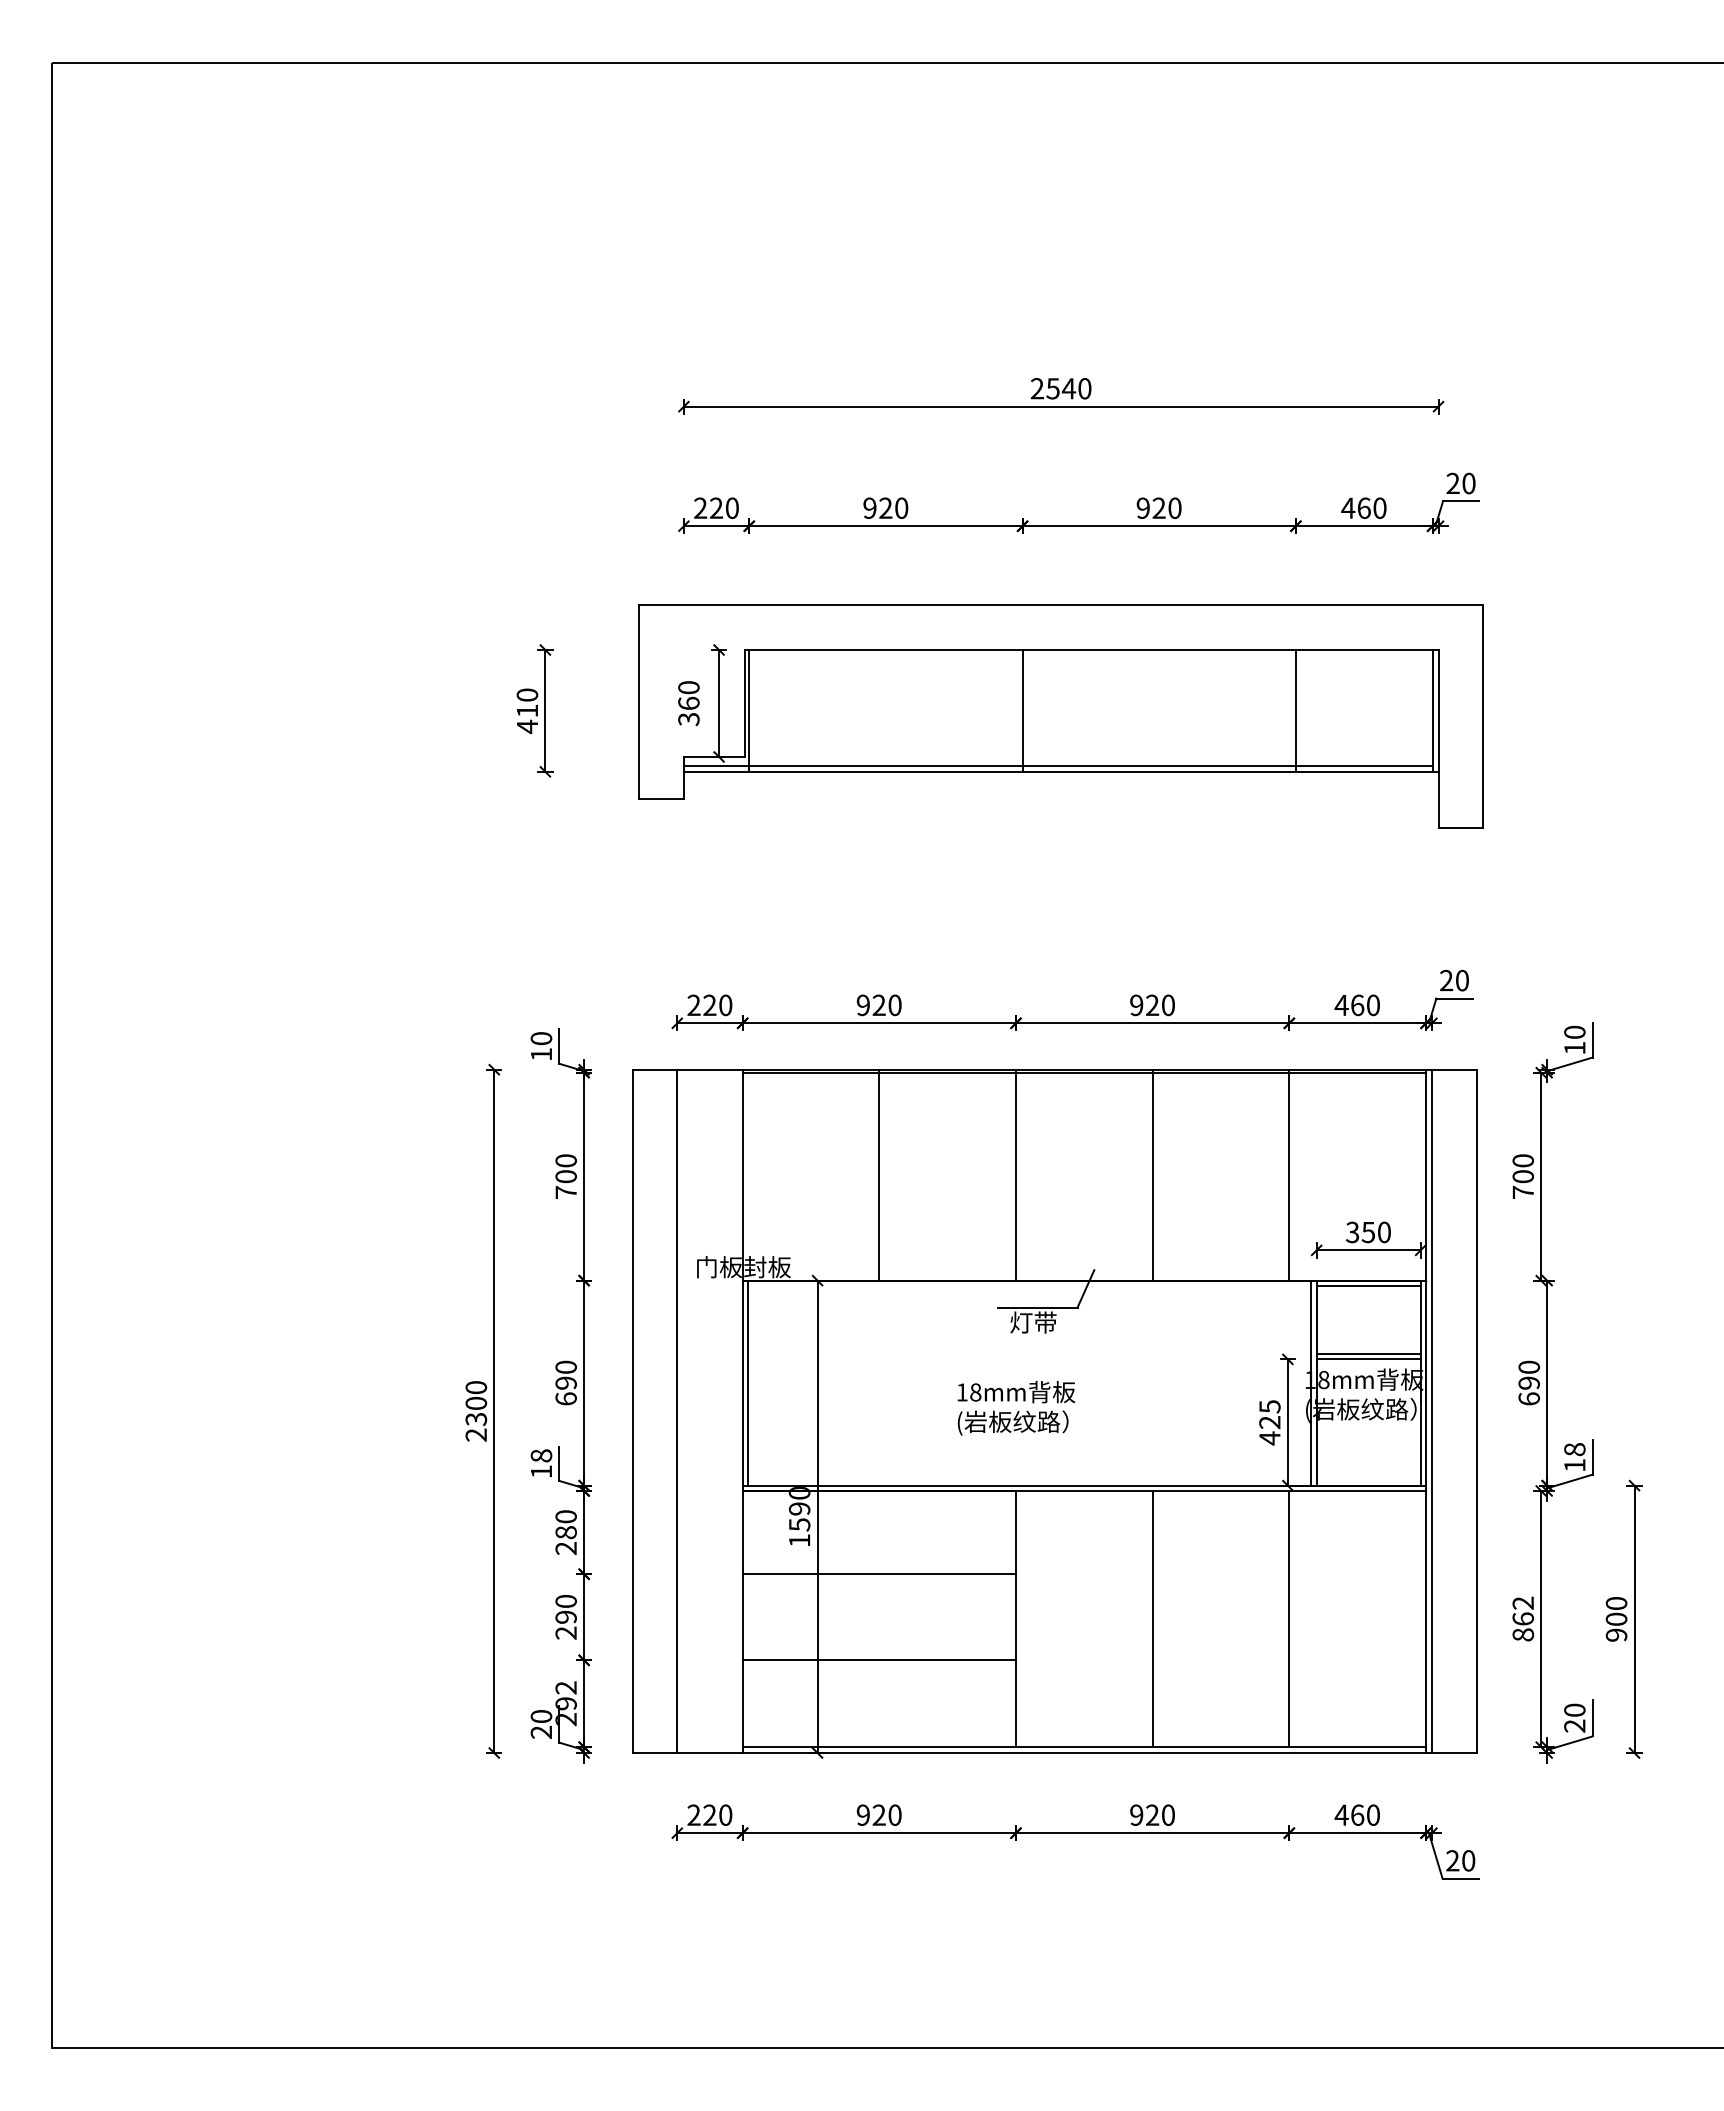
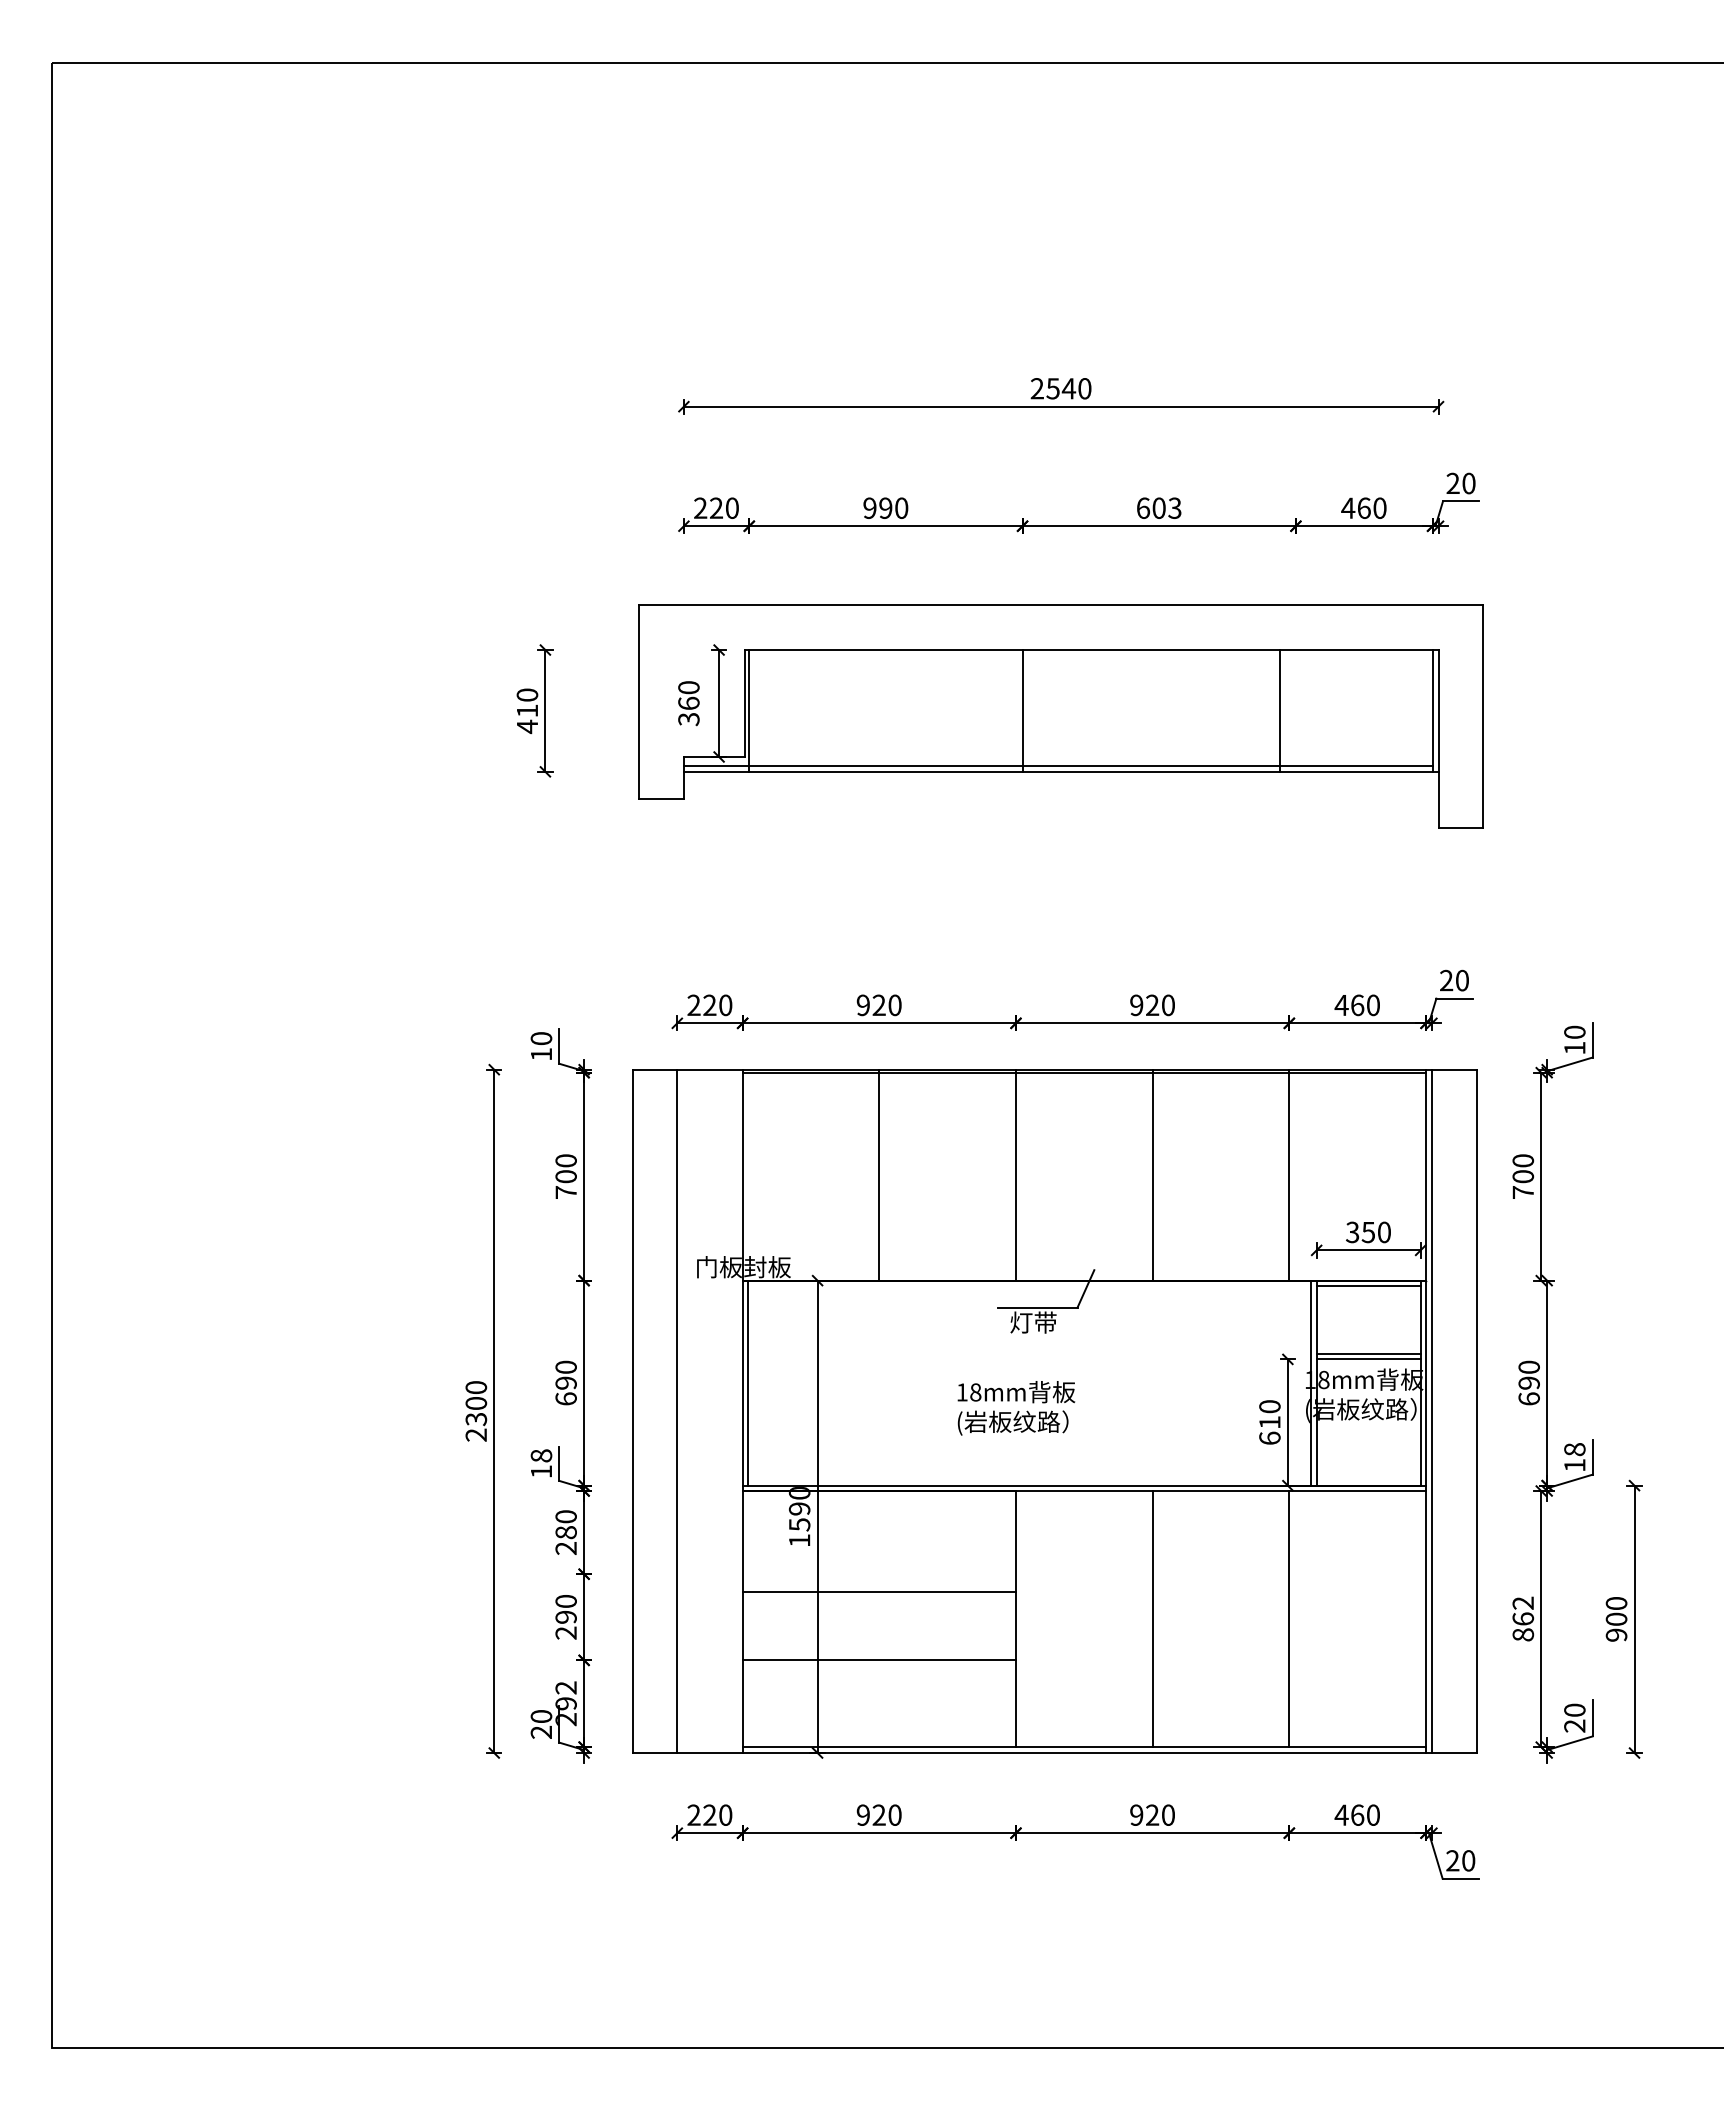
text at (1158, 507): 920 -> 603
text at (885, 508): 920 -> 990
line at (1295, 710) position: (1295, 710) -> (1279, 710)
text at (1269, 1422): 425 -> 610
line at (878, 1574) position: (878, 1574) -> (878, 1592)
